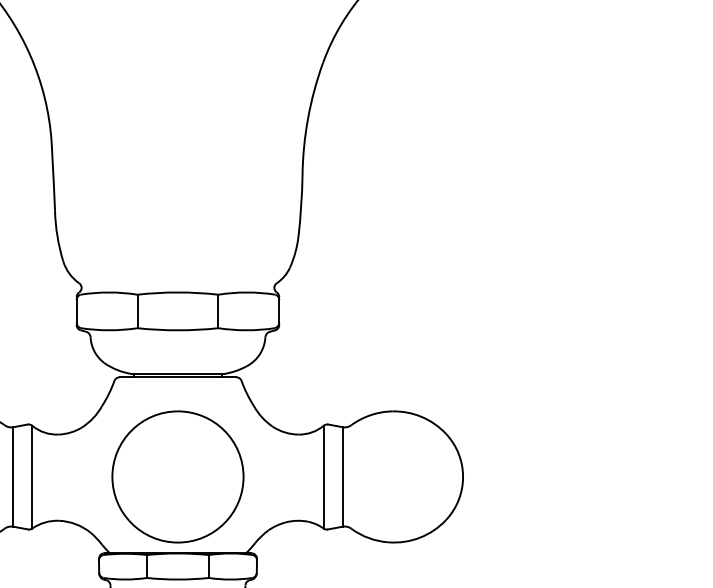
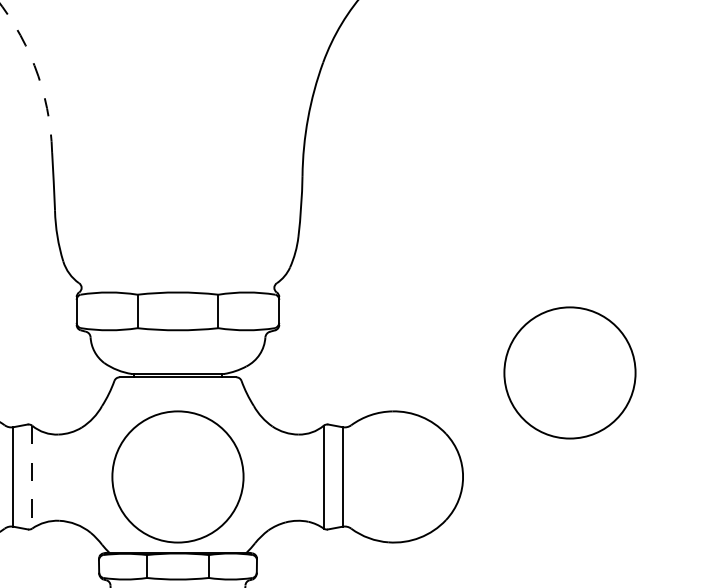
arc at (37, 74): solid -> dashed
circle at (569, 372): none -> present
line at (32, 477): solid -> dashed
